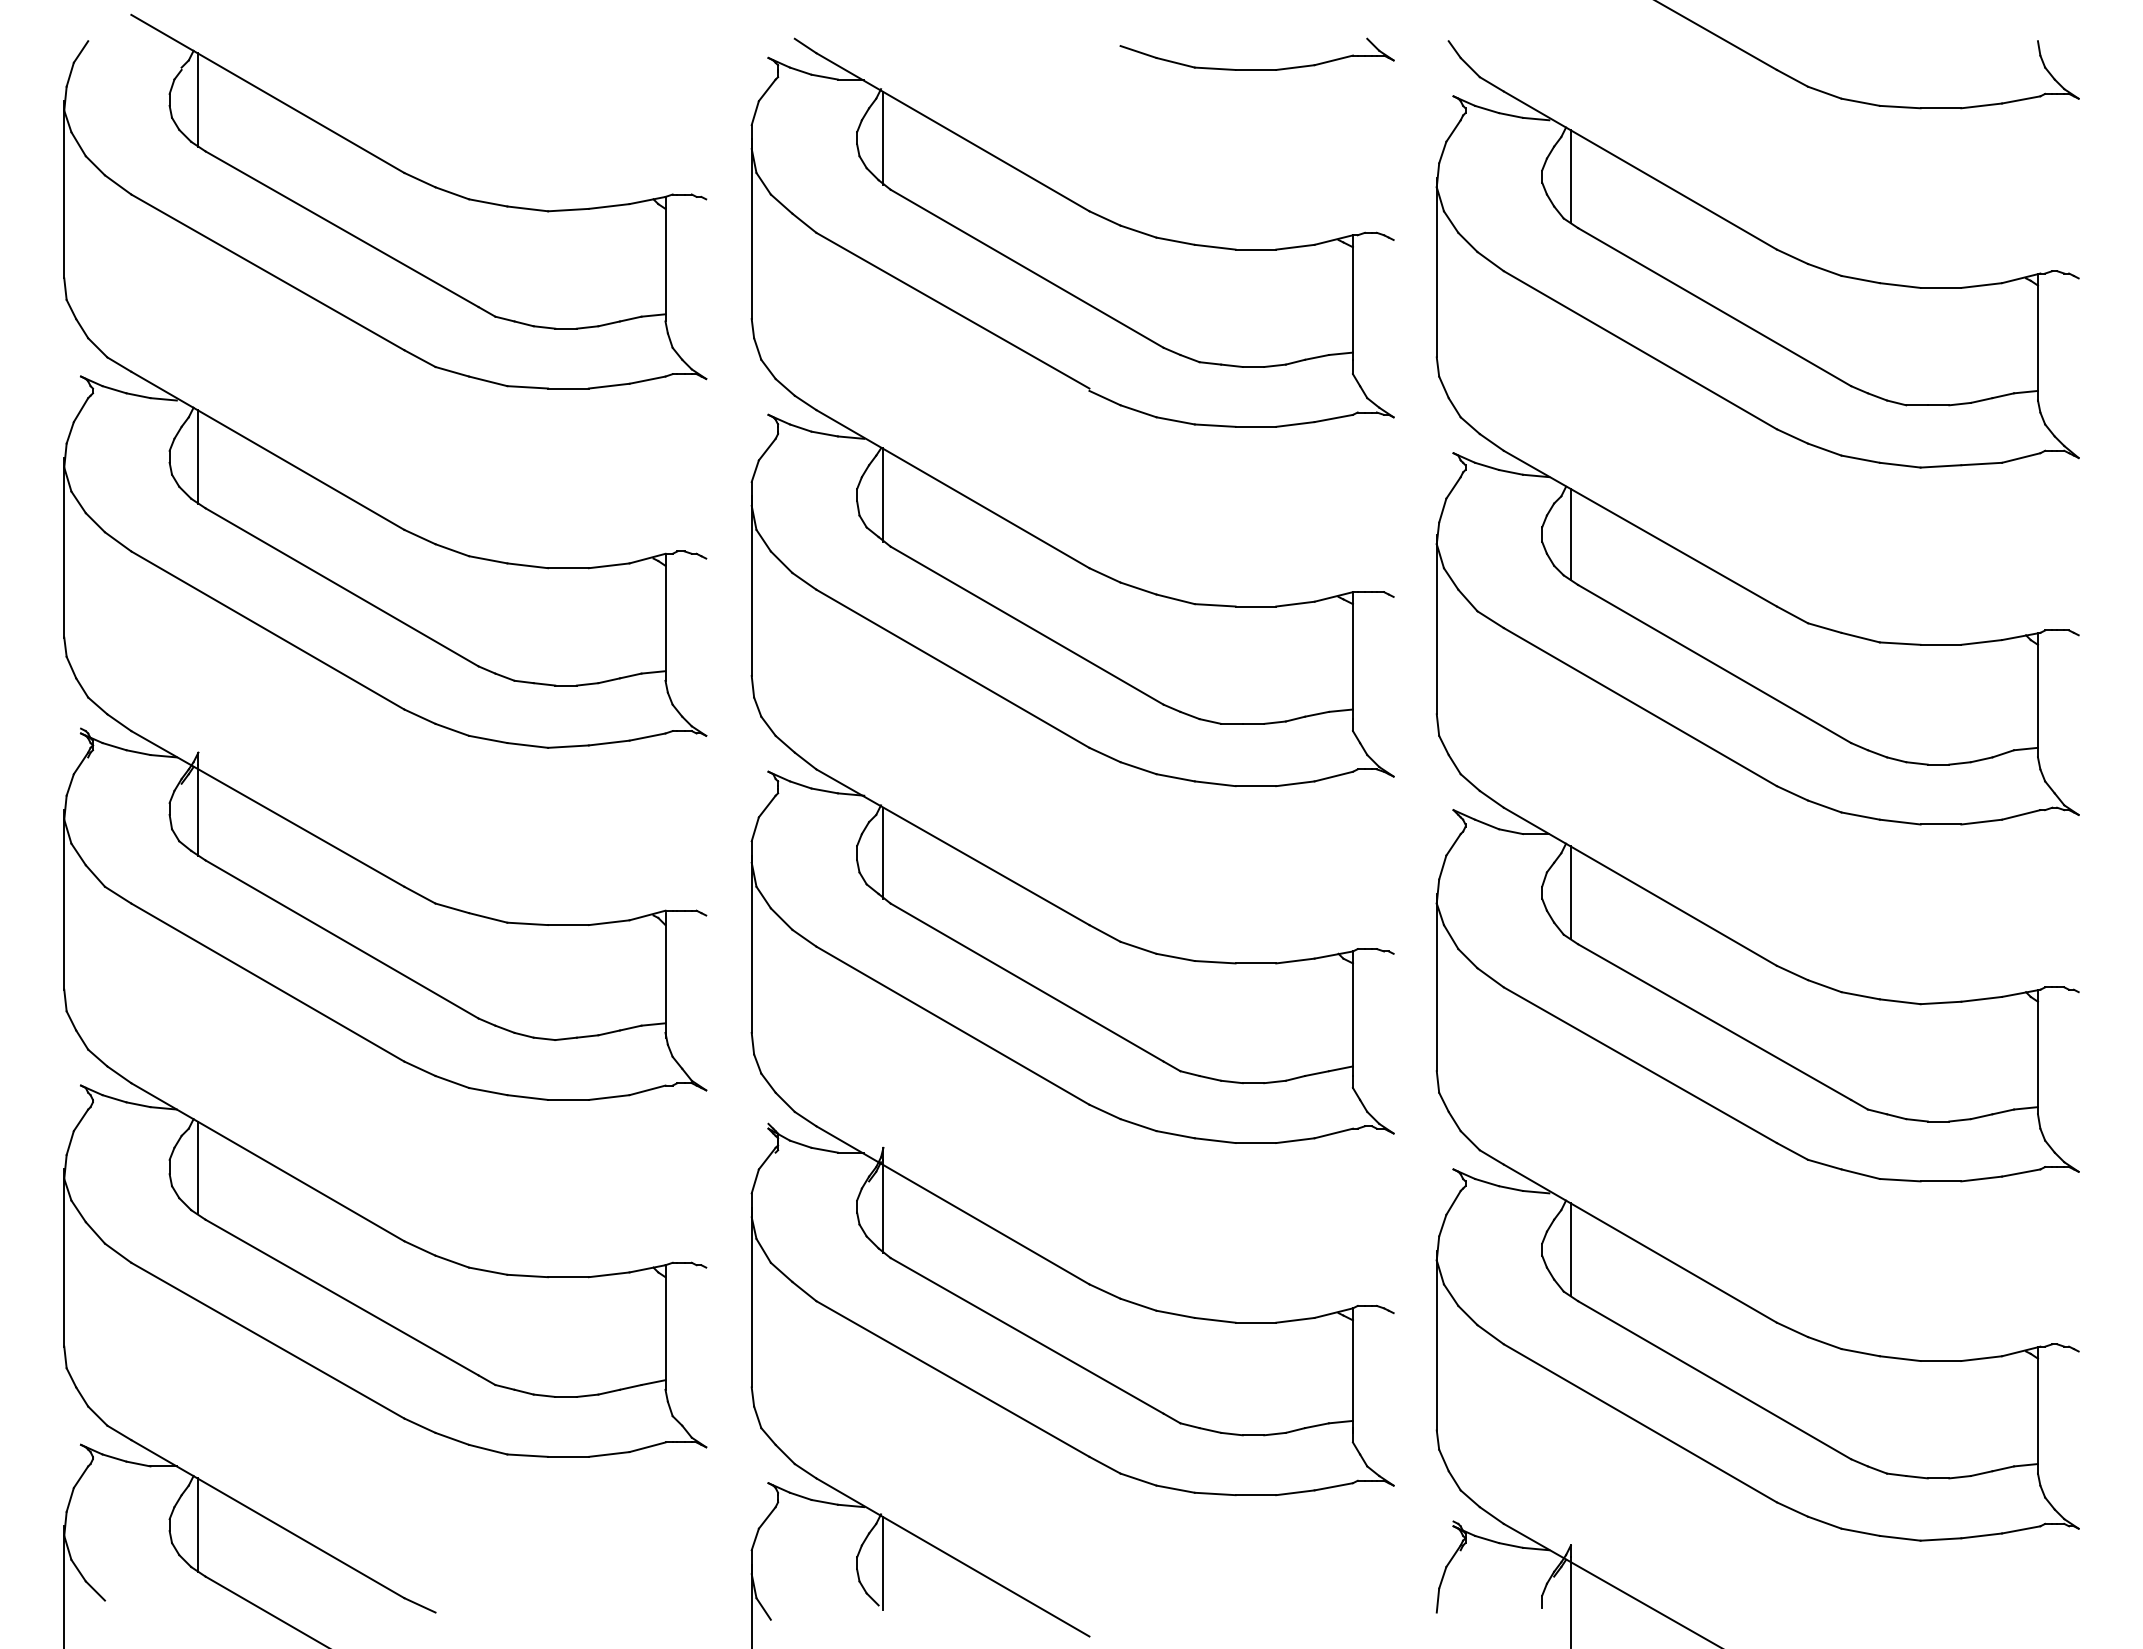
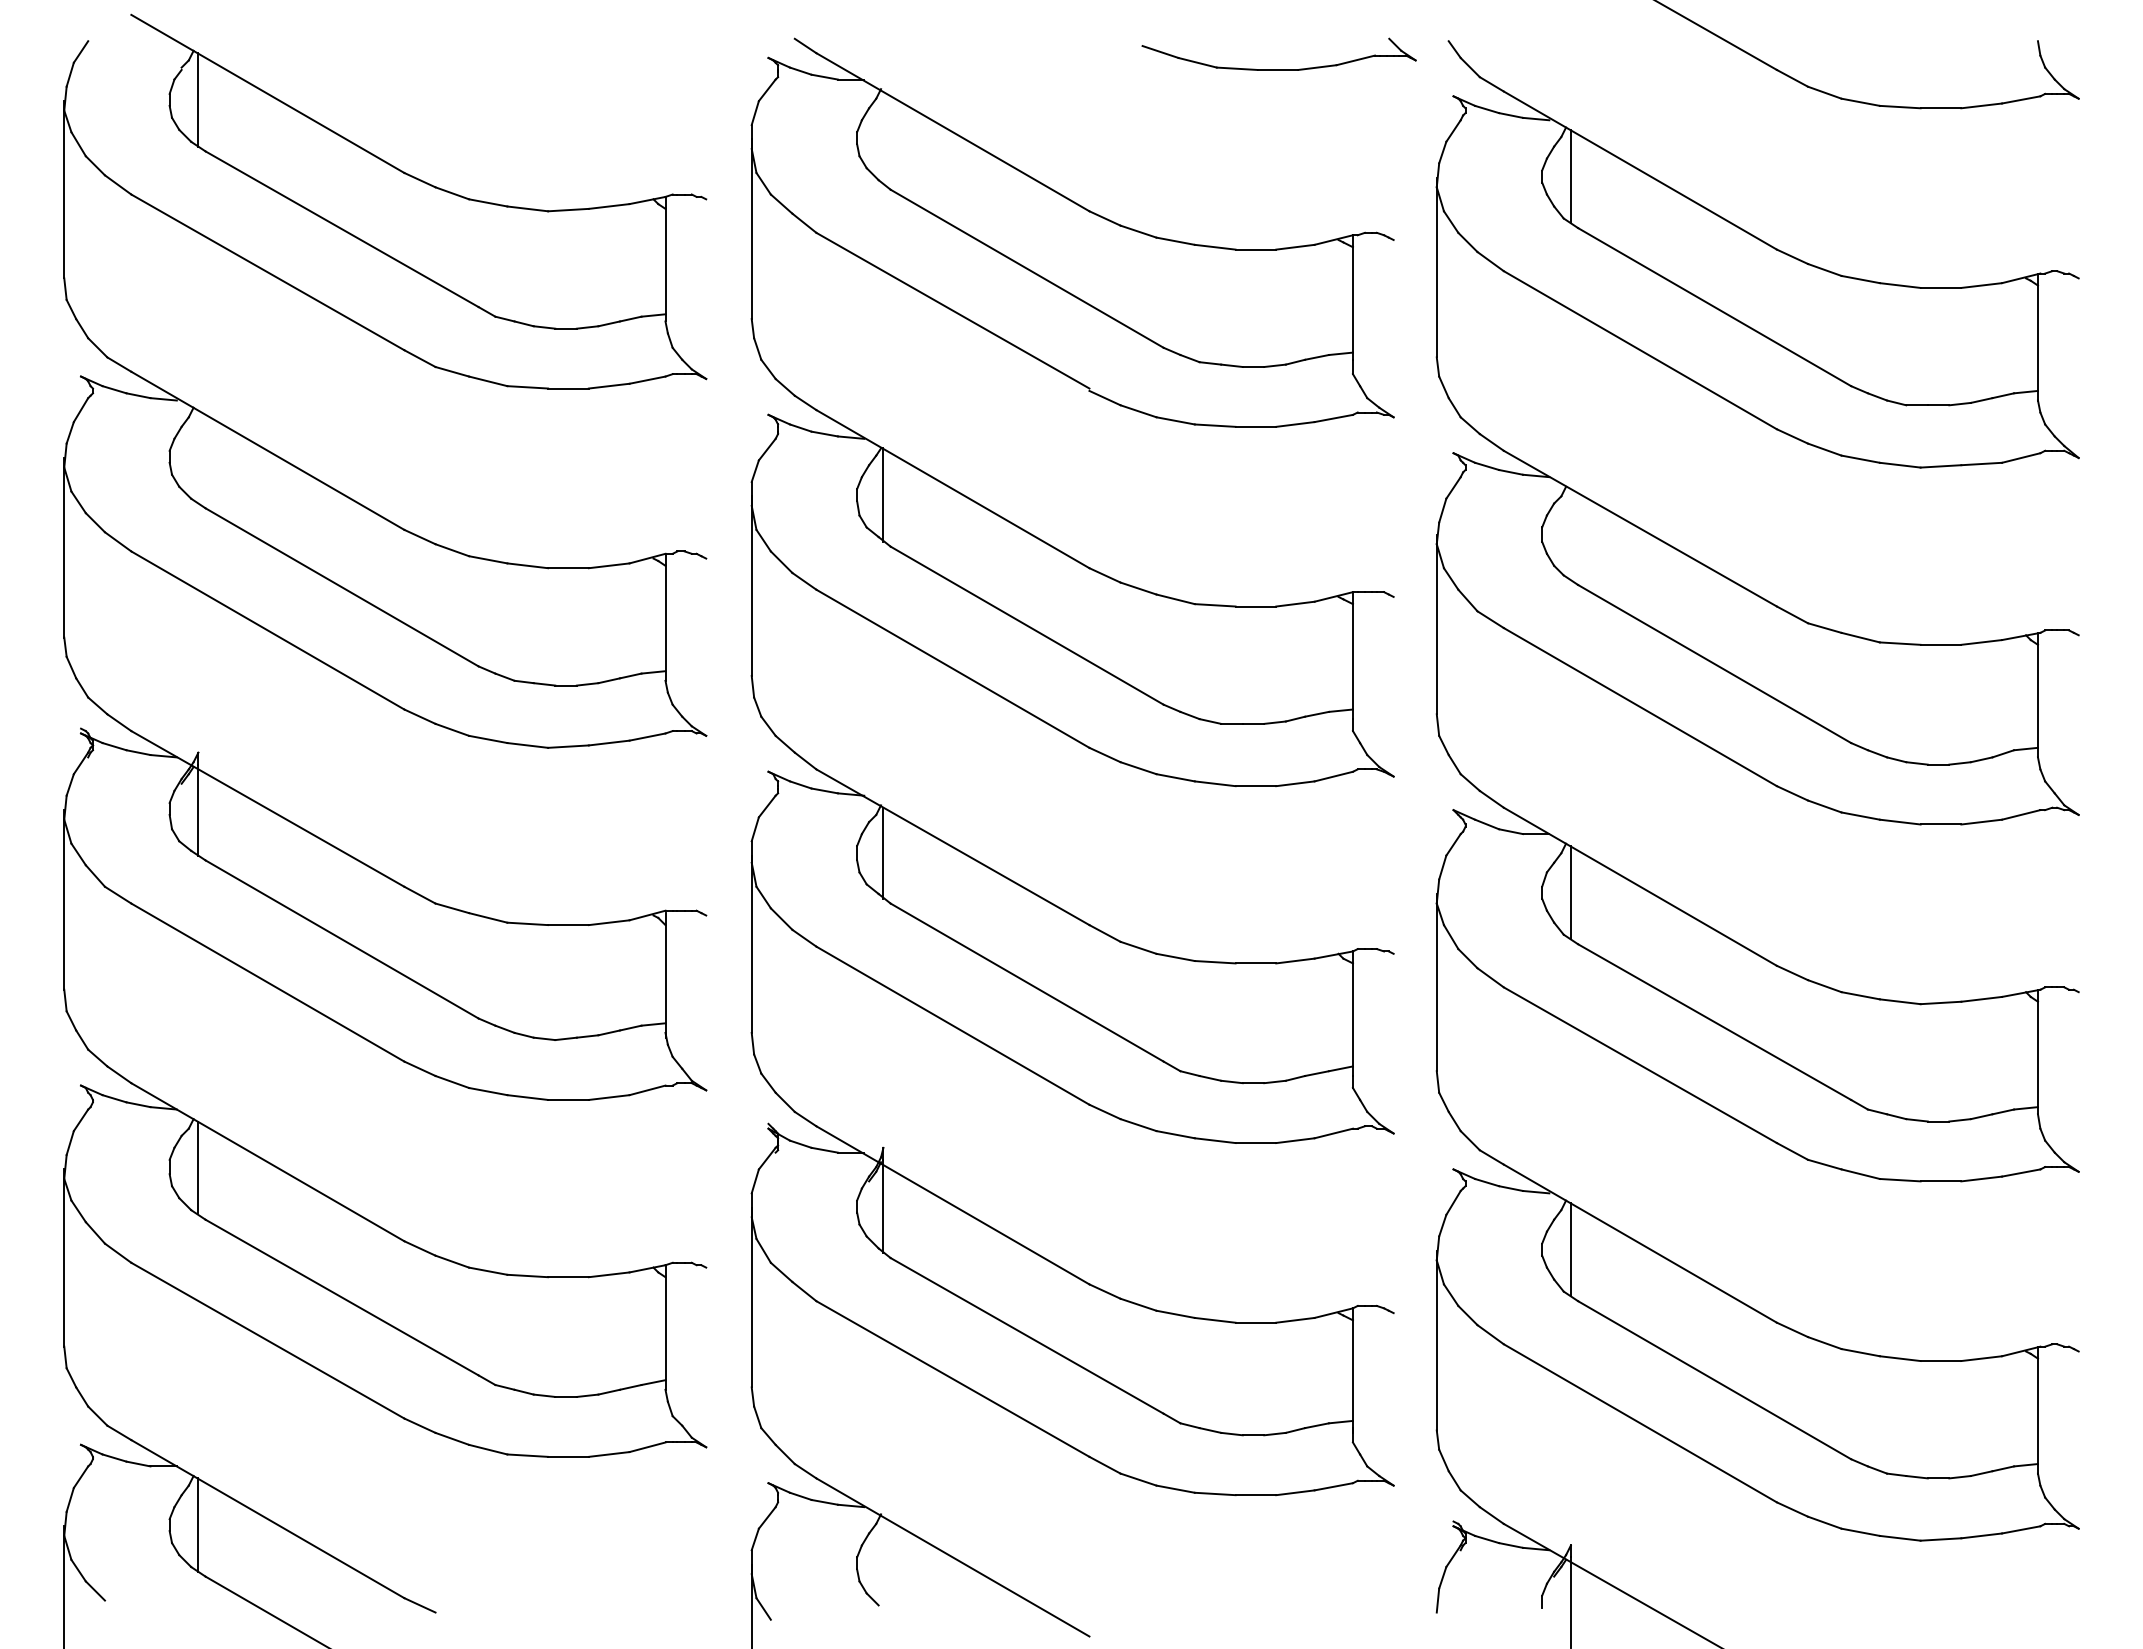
part at (1256, 69) position: (1256, 69) -> (1278, 69)
line at (883, 137): present -> none
line at (198, 456): present -> none
line at (1570, 534): present -> none
line at (883, 1563): present -> none
